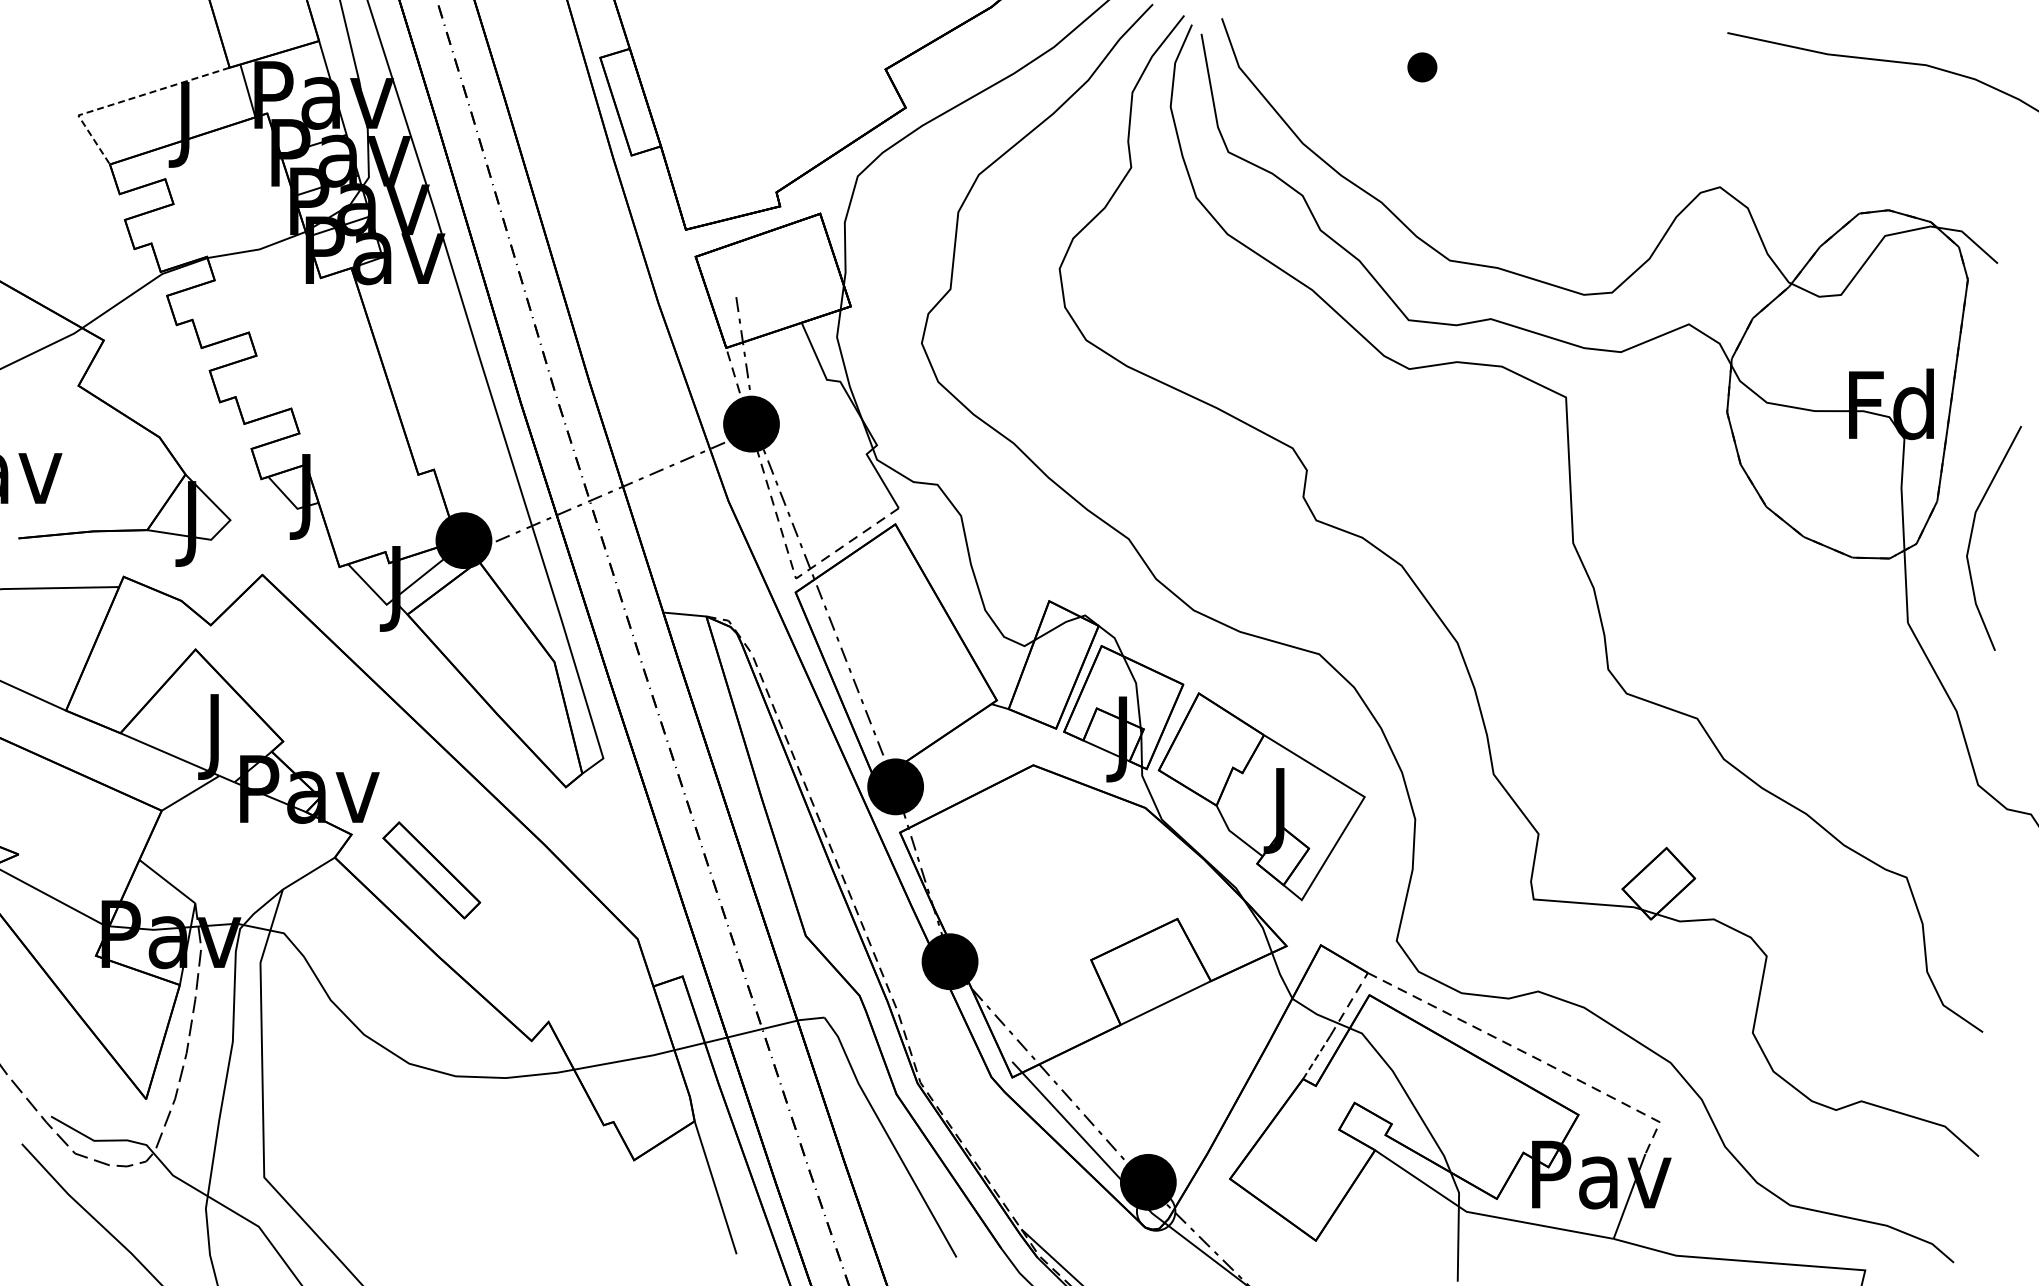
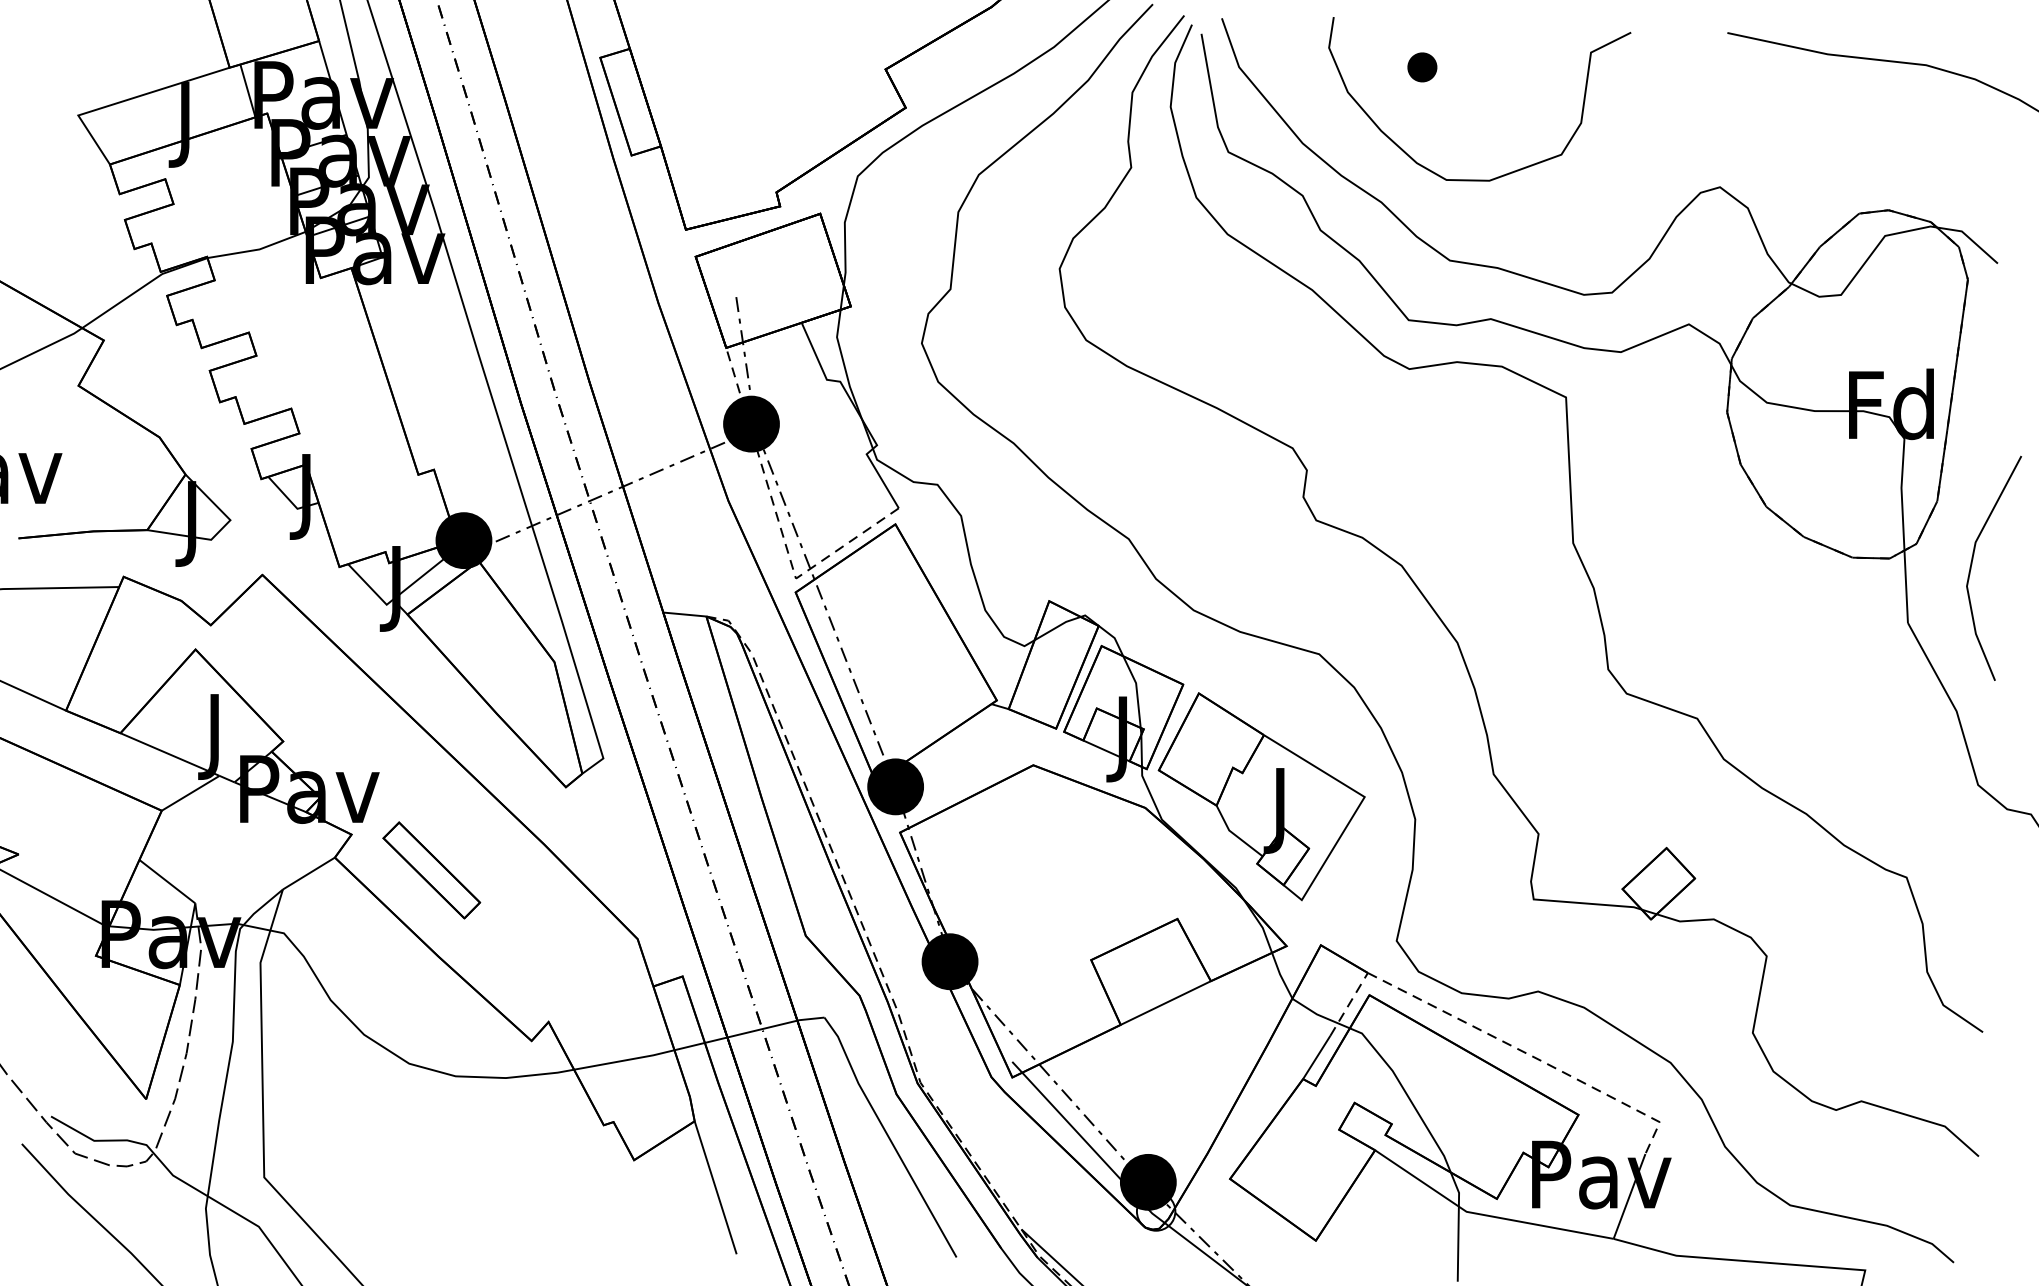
line at (124, 100): dashed -> solid
curve at (1508, 172): none -> present
line at (1972, 534) position: (1972, 534) -> (1972, 564)
line at (1316, 1057): dashed -> solid
